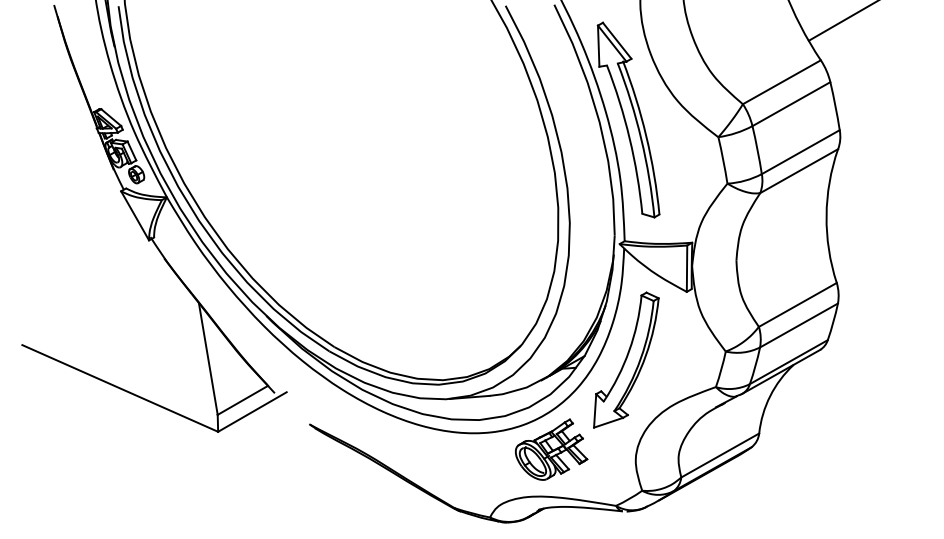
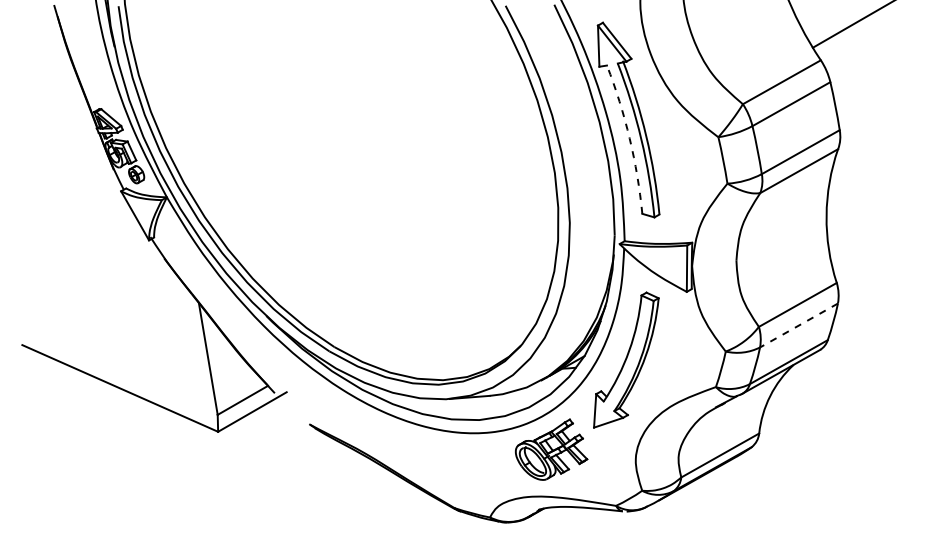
line at (841, 21) position: (841, 21) -> (851, 24)
arc at (629, 138): solid -> dashed
line at (799, 325): solid -> dashed
